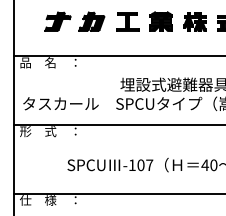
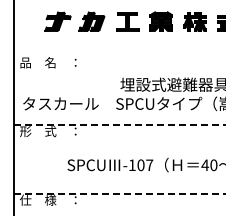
line at (117, 56): present -> none
line at (119, 124): solid -> dashed
line at (119, 193): solid -> dashed
